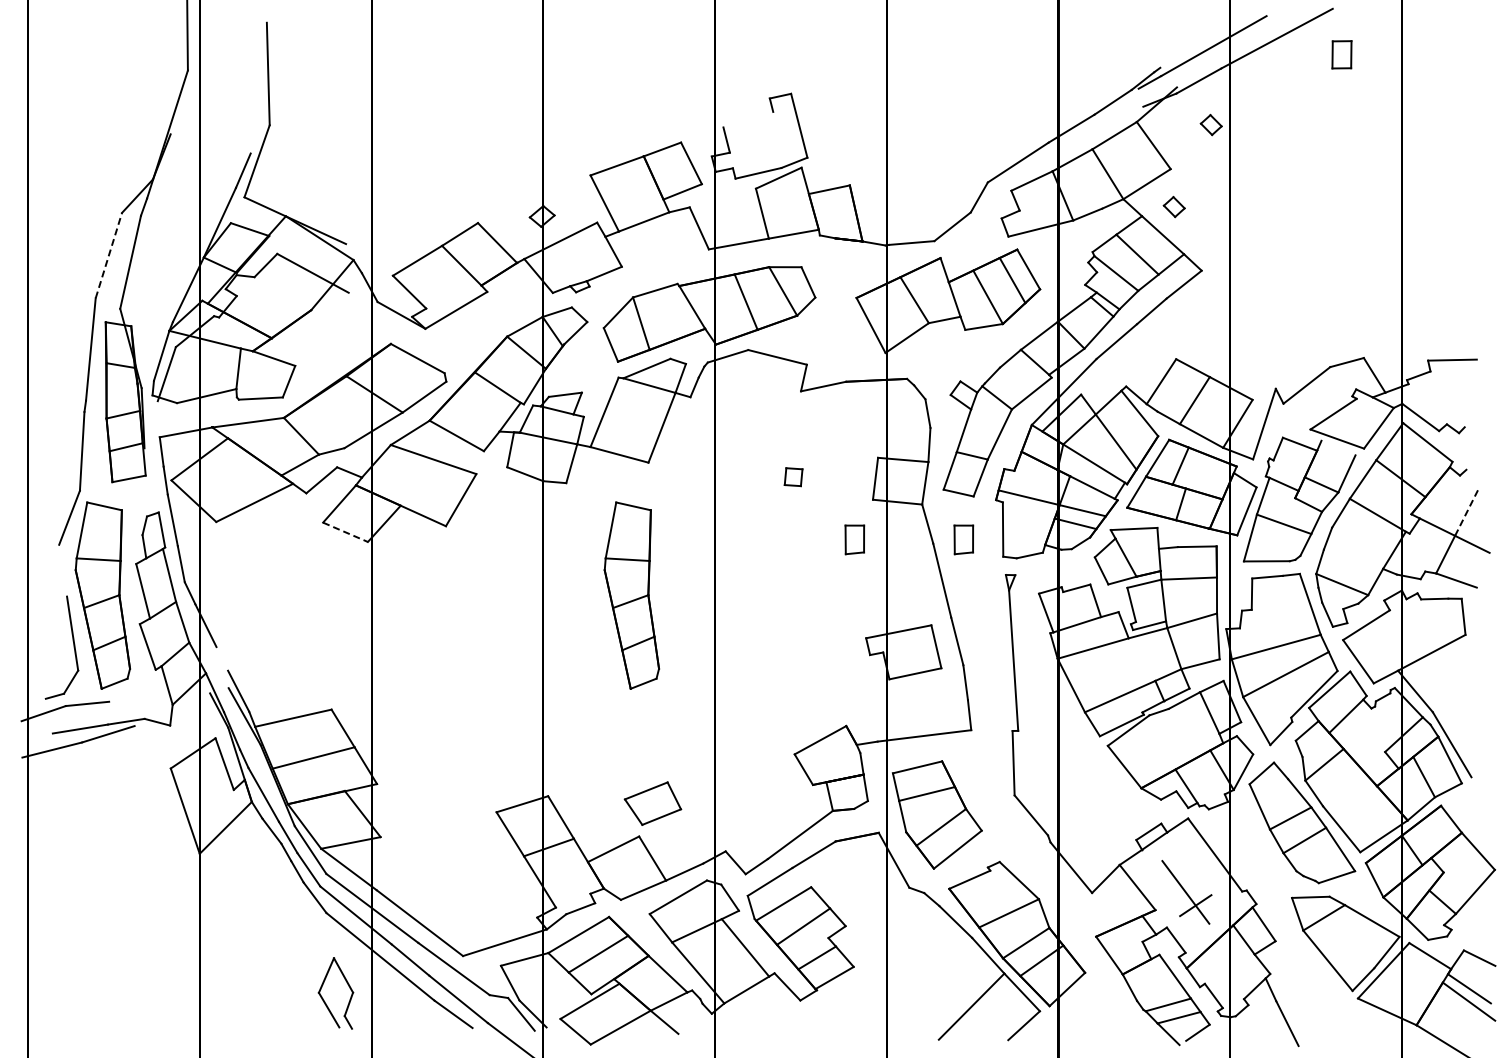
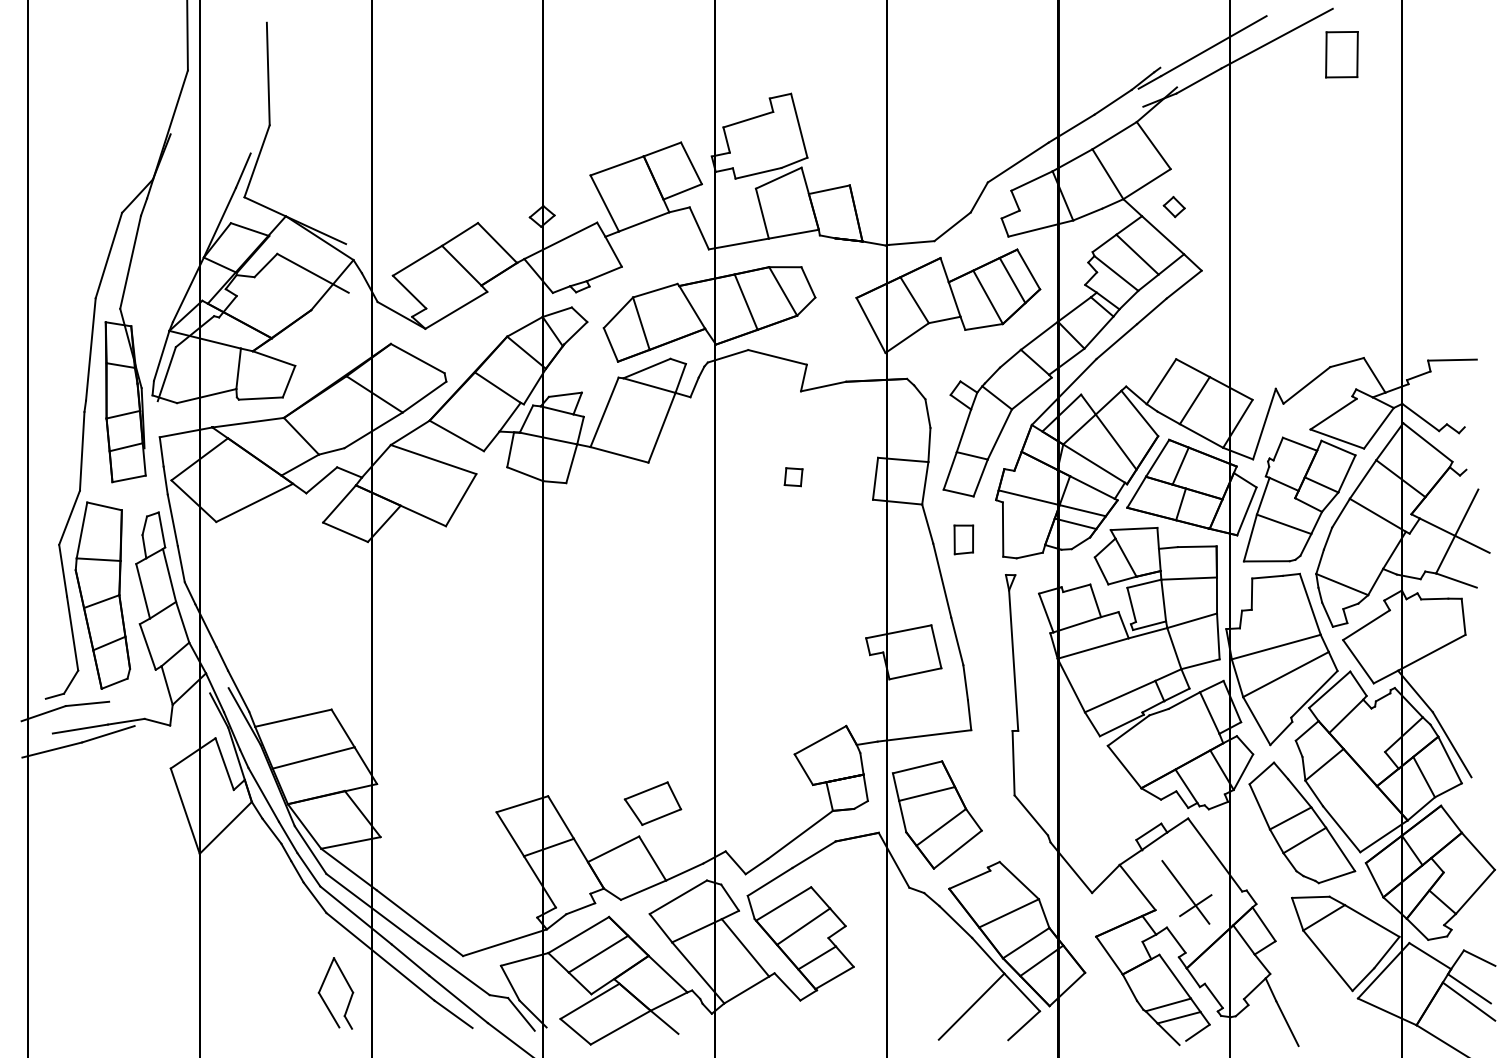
part at (1341, 54) size: 22x30 px -> 34x48 px
line at (748, 119): none -> present
part at (1210, 125): present -> none
line at (108, 255): dashed -> solid
line at (1338, 447): none -> present
line at (1466, 512): dashed -> solid
line at (345, 532): dashed -> solid
part at (854, 539): present -> none
line at (63, 570): none -> present
part at (631, 595): present -> none
line at (222, 658): none -> present
